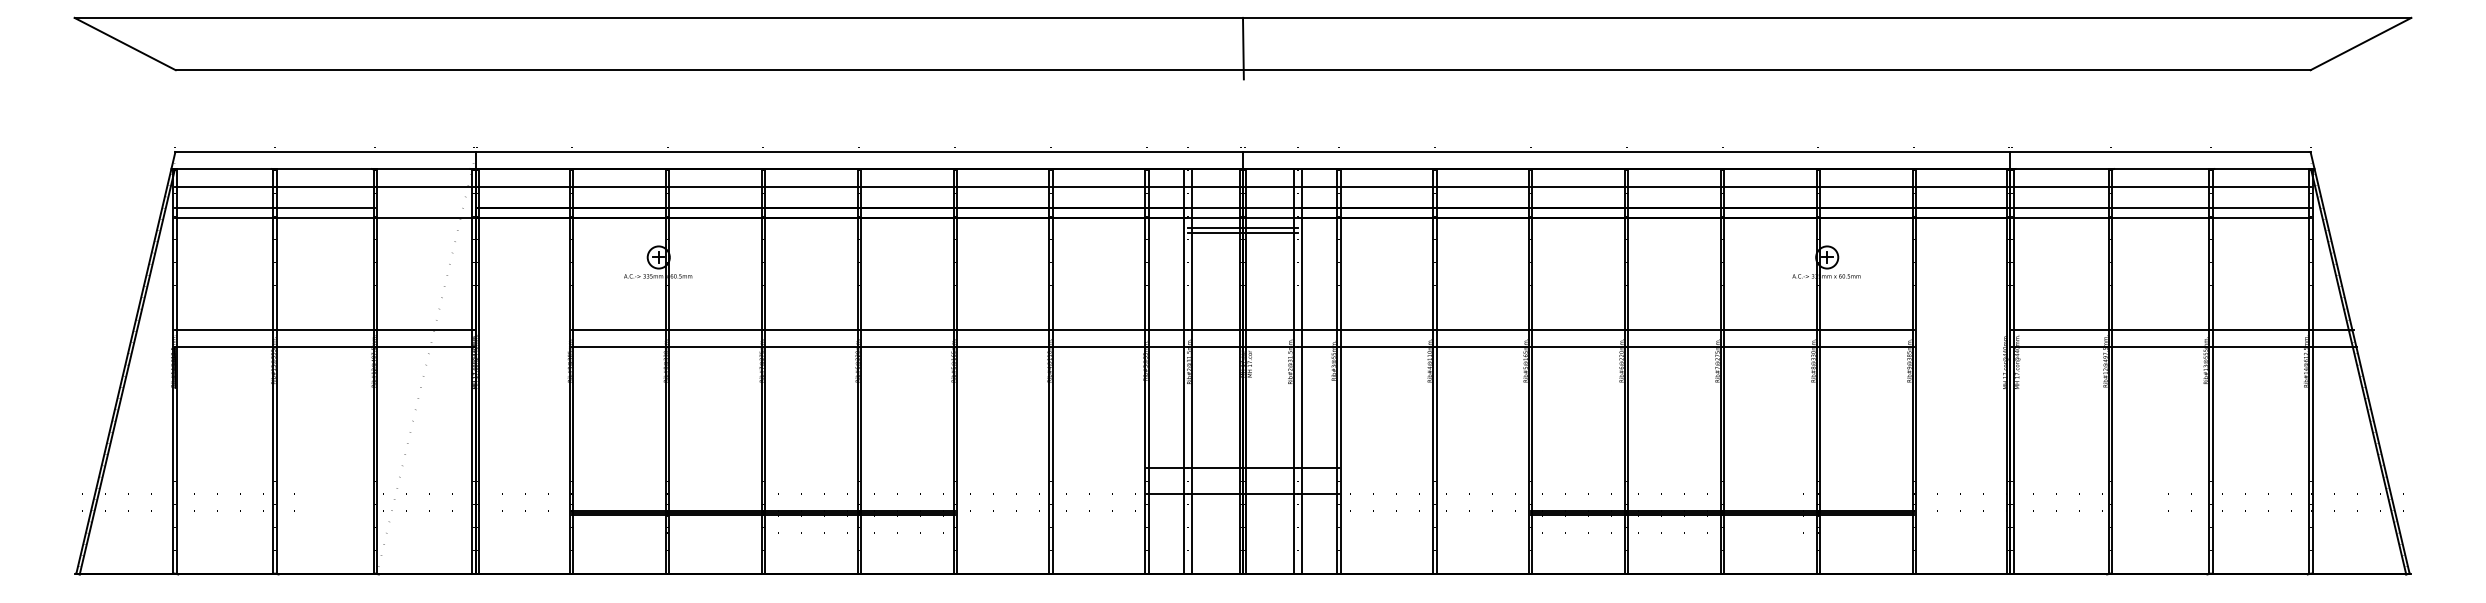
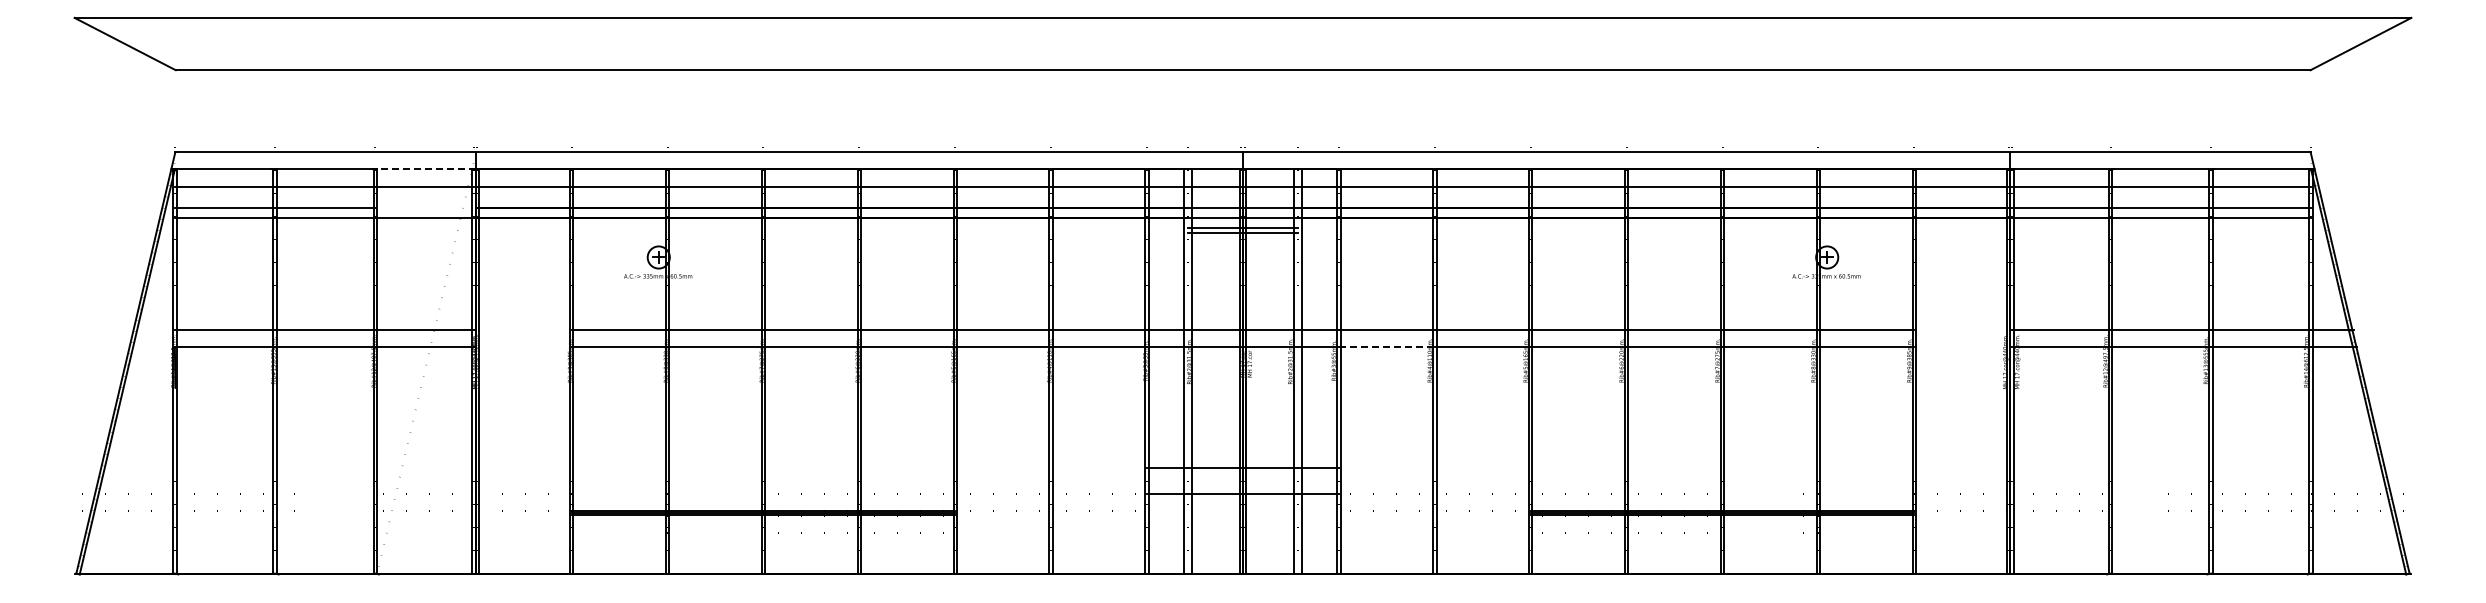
line at (1243, 48): present -> none
line at (425, 169): solid -> dashed
line at (1386, 347): solid -> dashed
